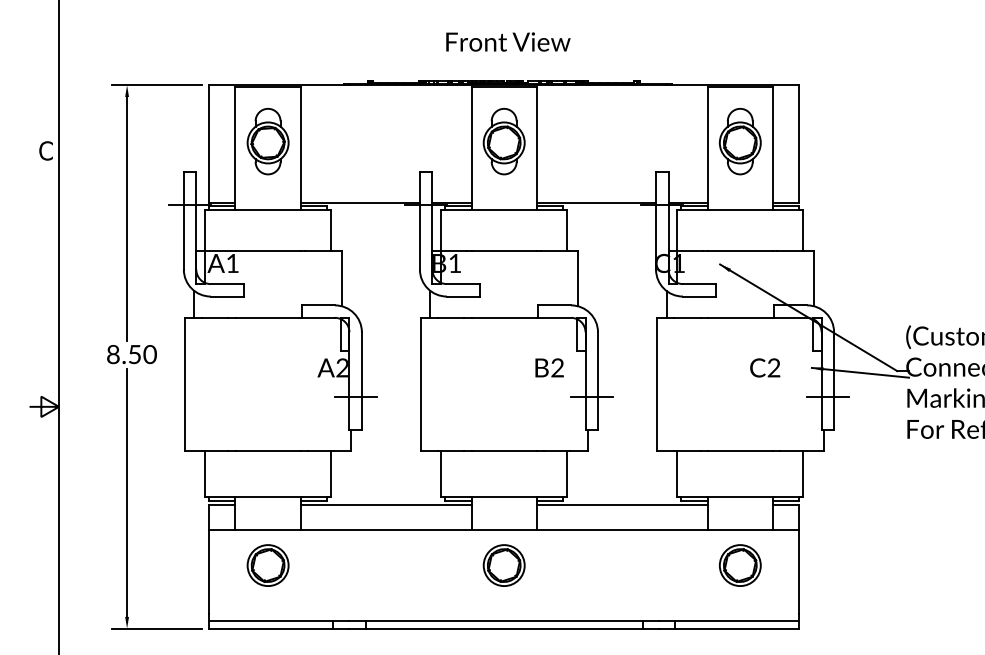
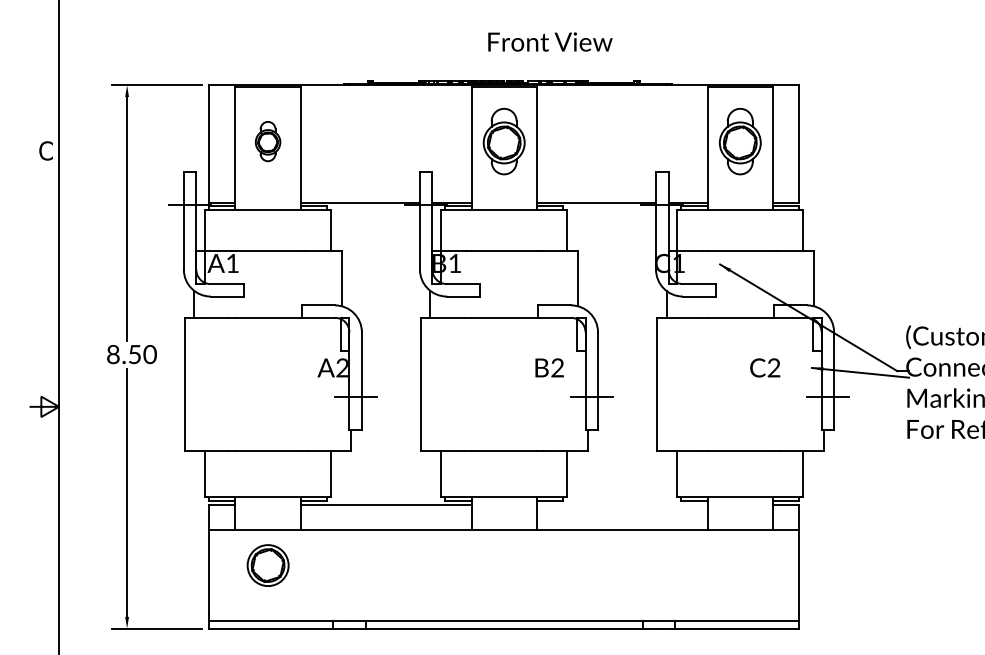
text at (508, 41) position: (508, 41) -> (550, 41)
part at (267, 141) size: 44x69 px -> 28x42 px
line at (621, 505): present -> none
part at (503, 565): present -> none
part at (740, 565): present -> none
